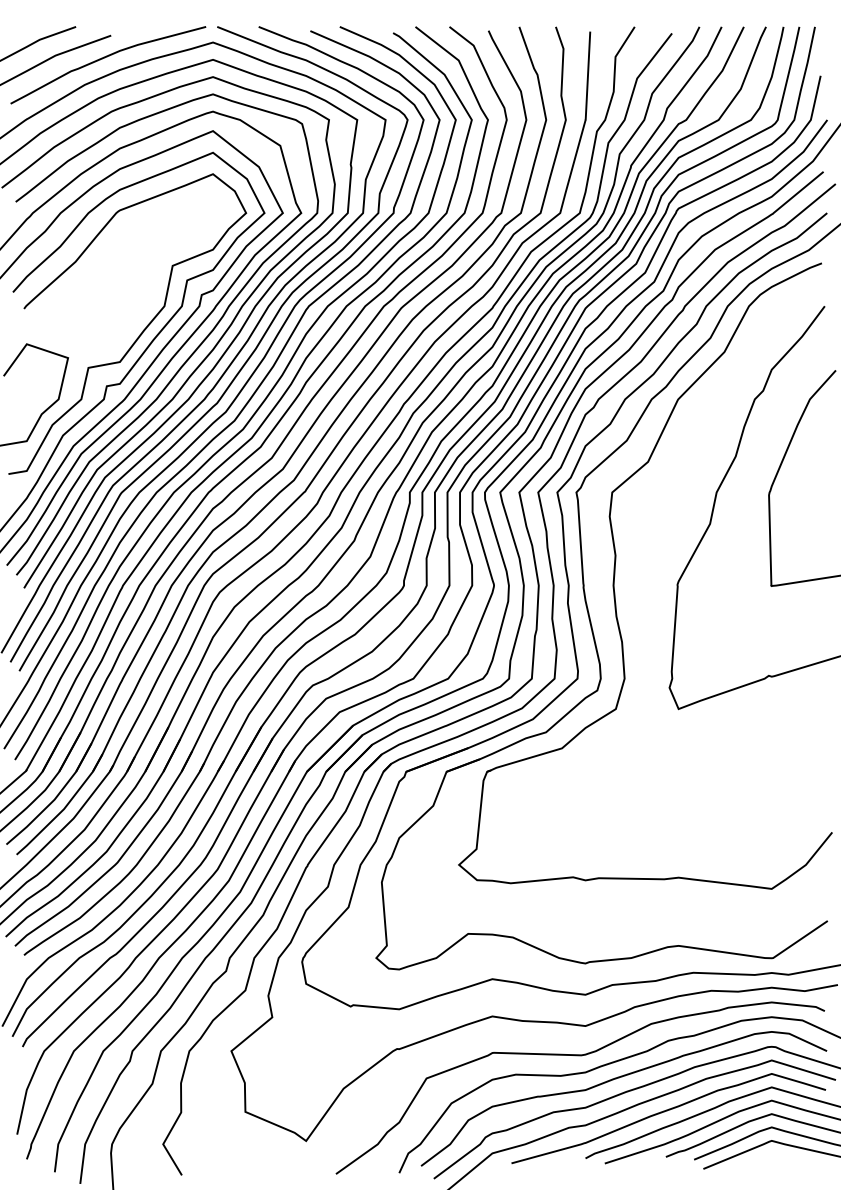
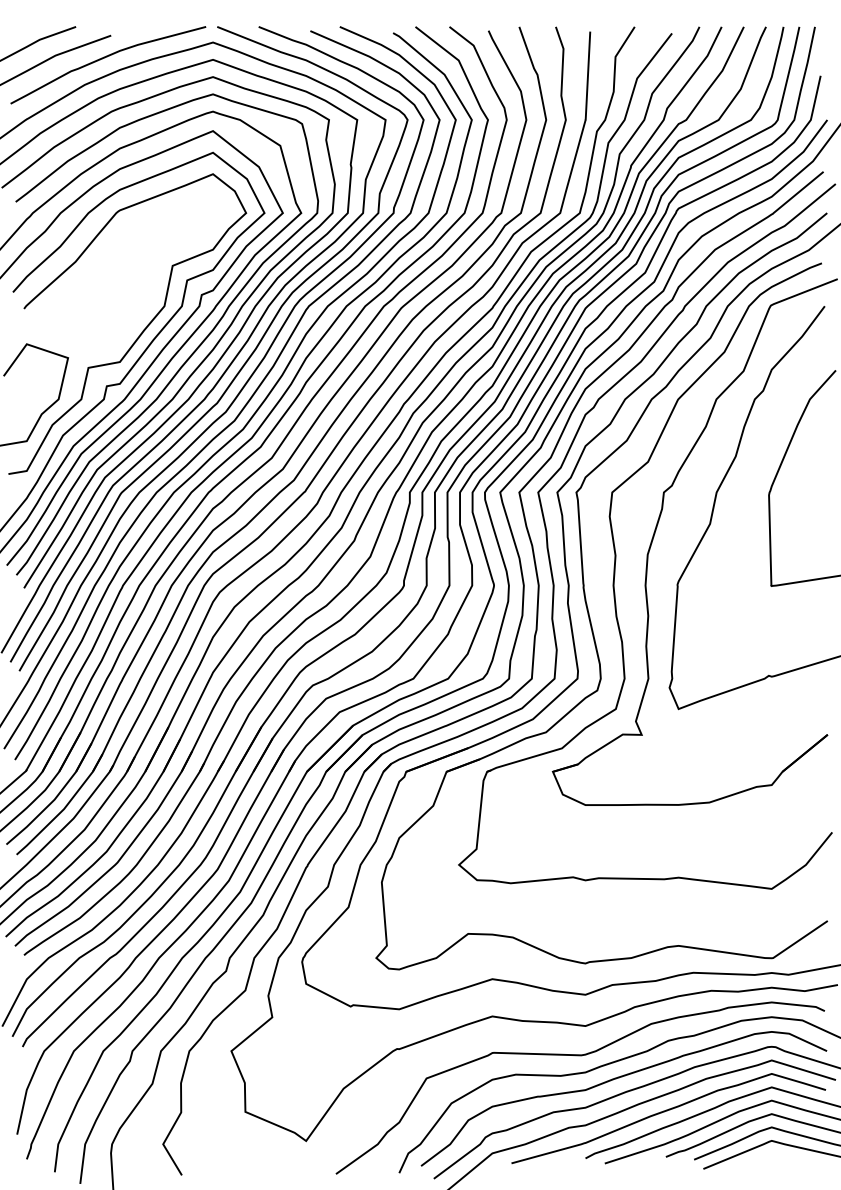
part at (657, 527): none -> present
